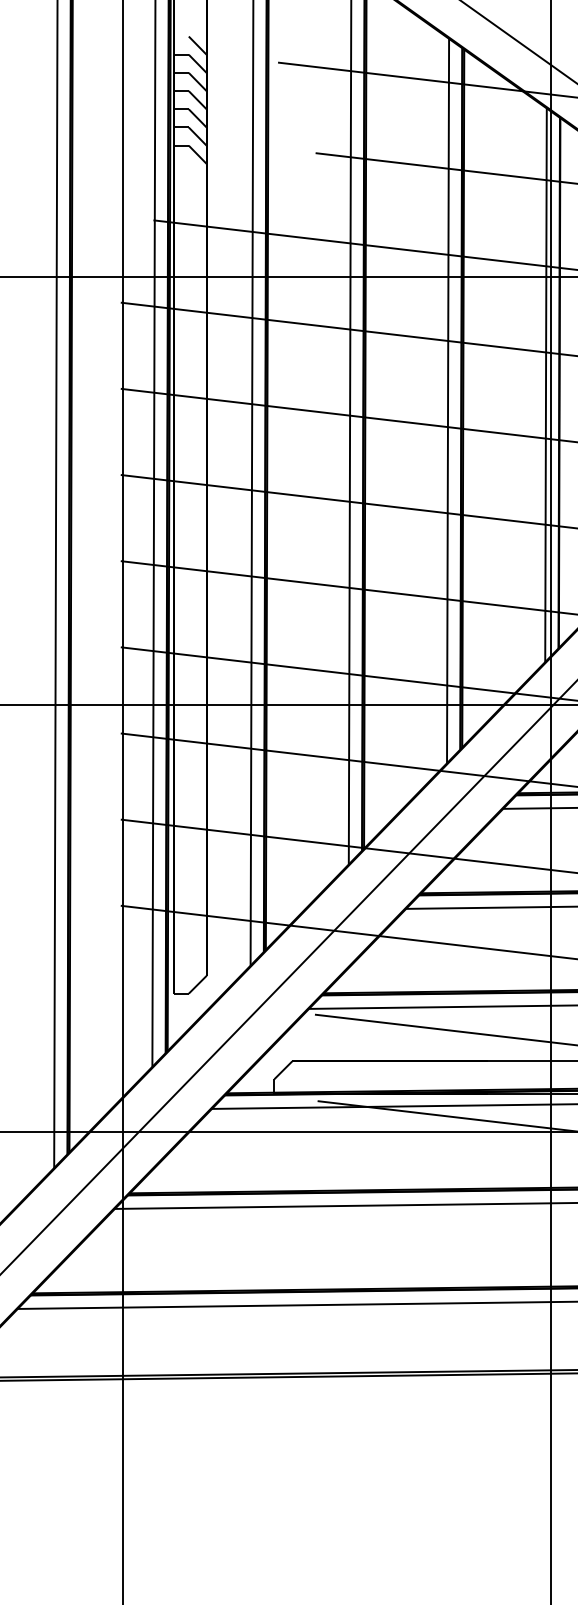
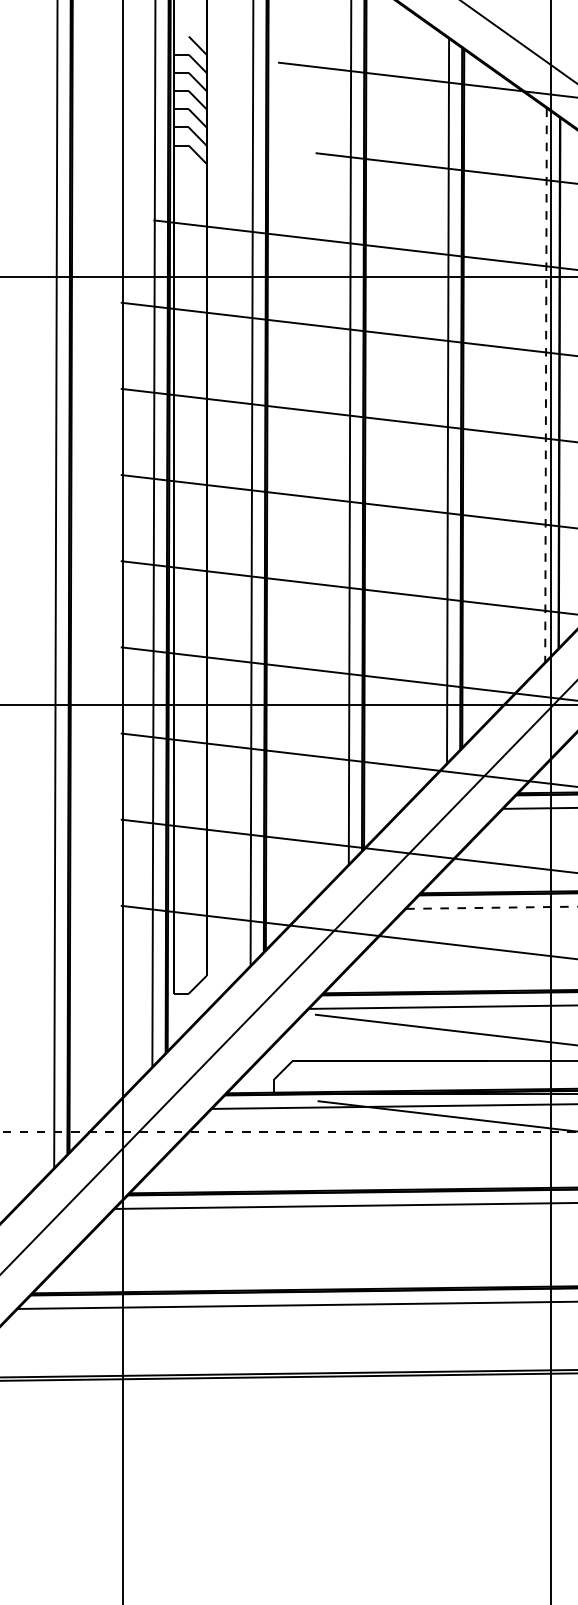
line at (546, 385): solid -> dashed
line at (492, 907): solid -> dashed
line at (288, 1132): solid -> dashed
